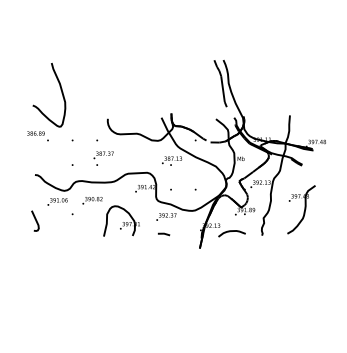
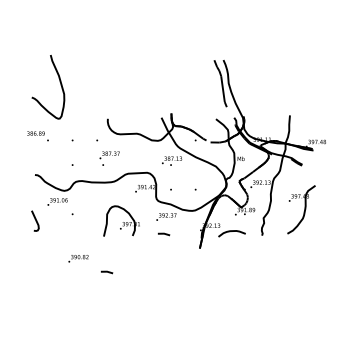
curve at (60, 90) position: (60, 90) -> (59, 82)
text at (103, 158) position: (103, 158) -> (109, 158)
text at (92, 200) position: (92, 200) -> (78, 258)
line at (106, 272): none -> present
